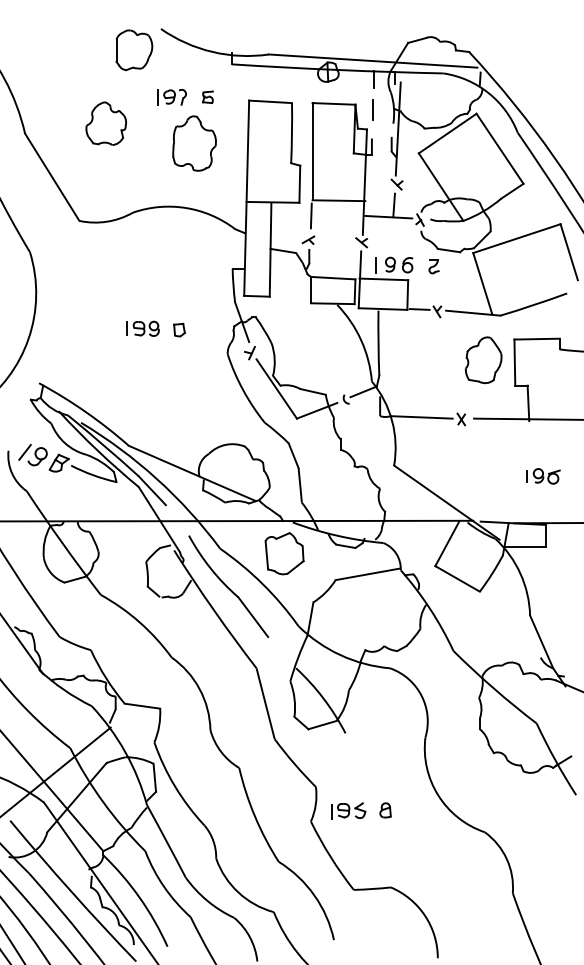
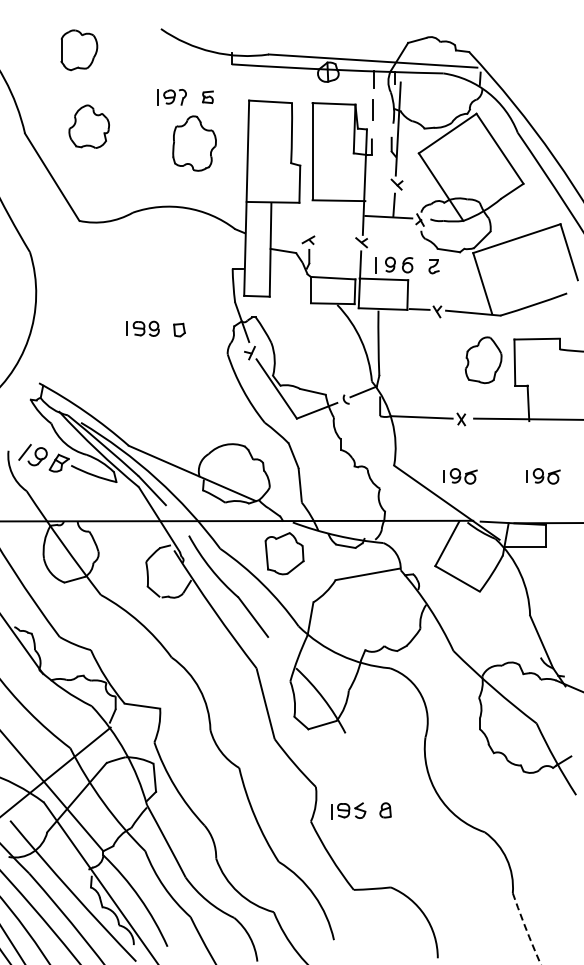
part at (134, 50) position: (134, 50) -> (79, 50)
part at (105, 123) position: (105, 123) -> (88, 126)
line at (310, 215): present -> none
part at (460, 476): none -> present
arc at (526, 929): solid -> dashed
